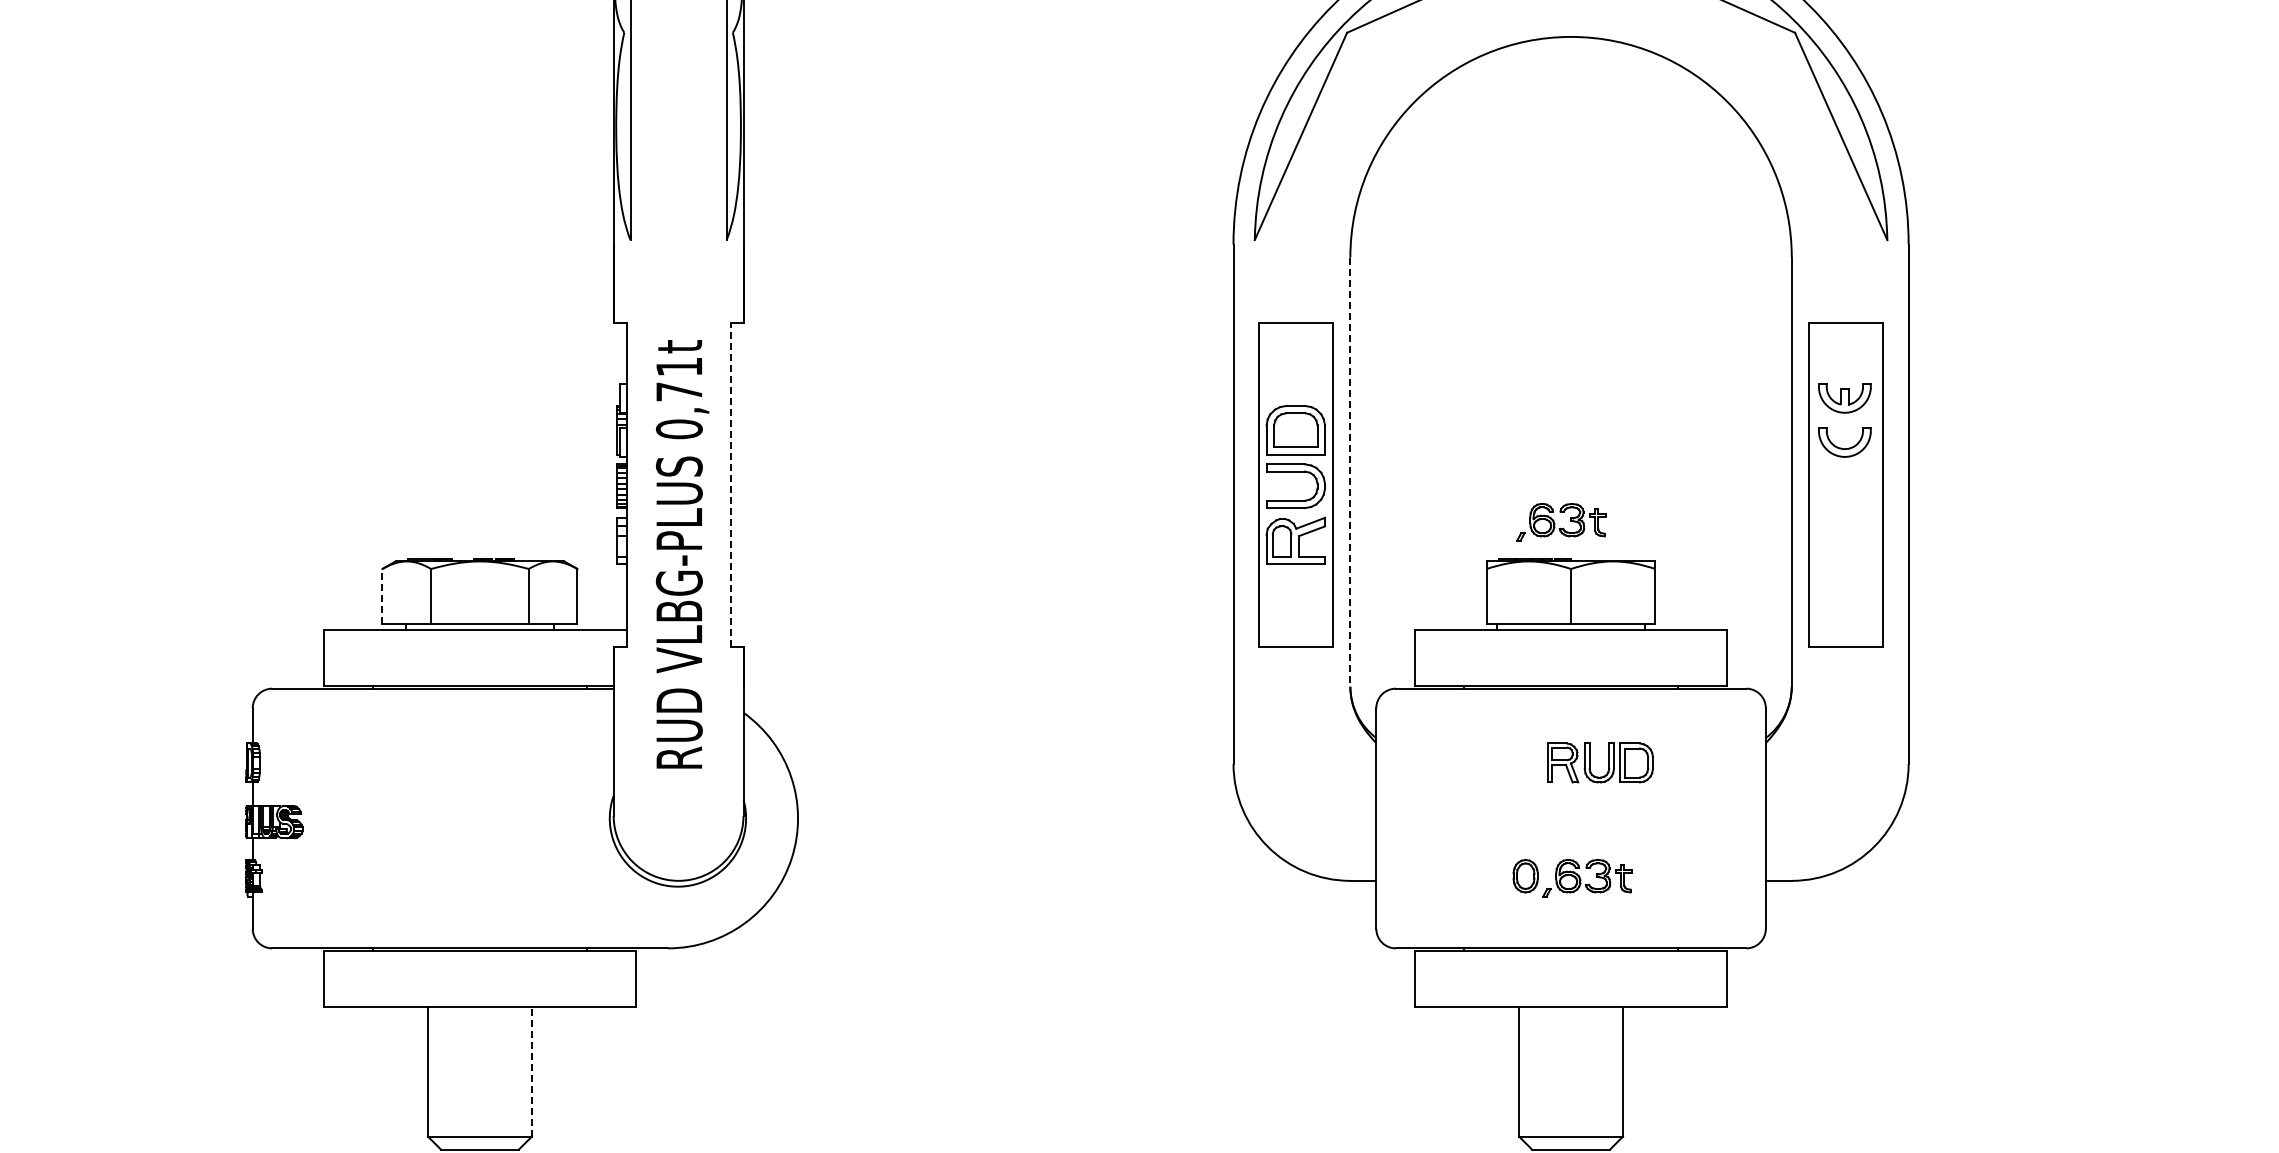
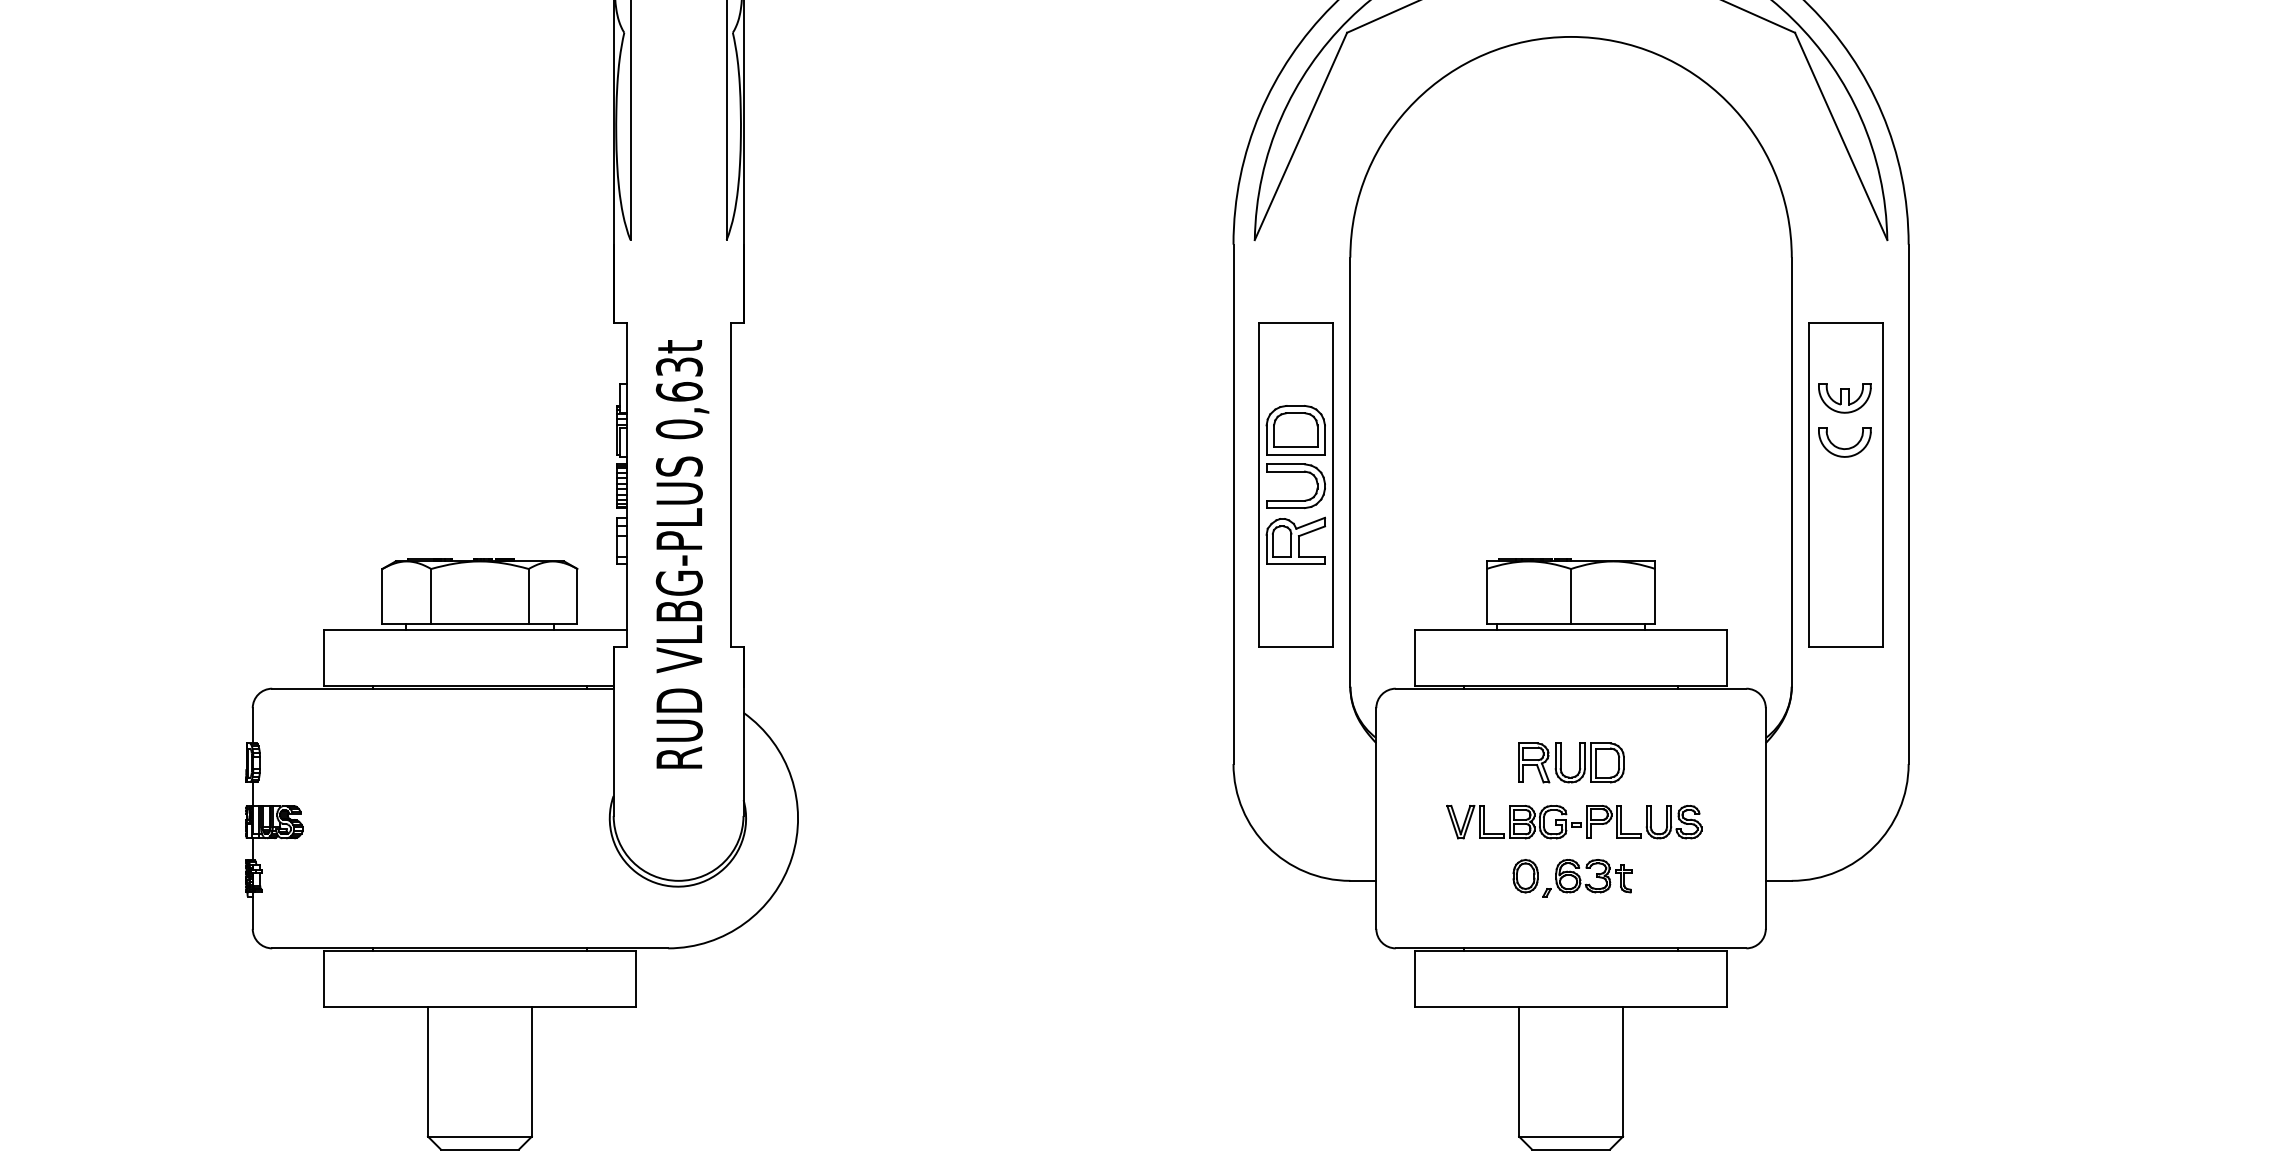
text at (678, 379): 0,71t -> 0,63t
line at (1350, 472): dashed -> solid
line at (730, 484): dashed -> solid
part at (1561, 522): present -> none
line at (382, 595): dashed -> solid
part at (1608, 762) position: (1608, 762) -> (1579, 762)
part at (1574, 822): none -> present
line at (531, 1071): dashed -> solid
